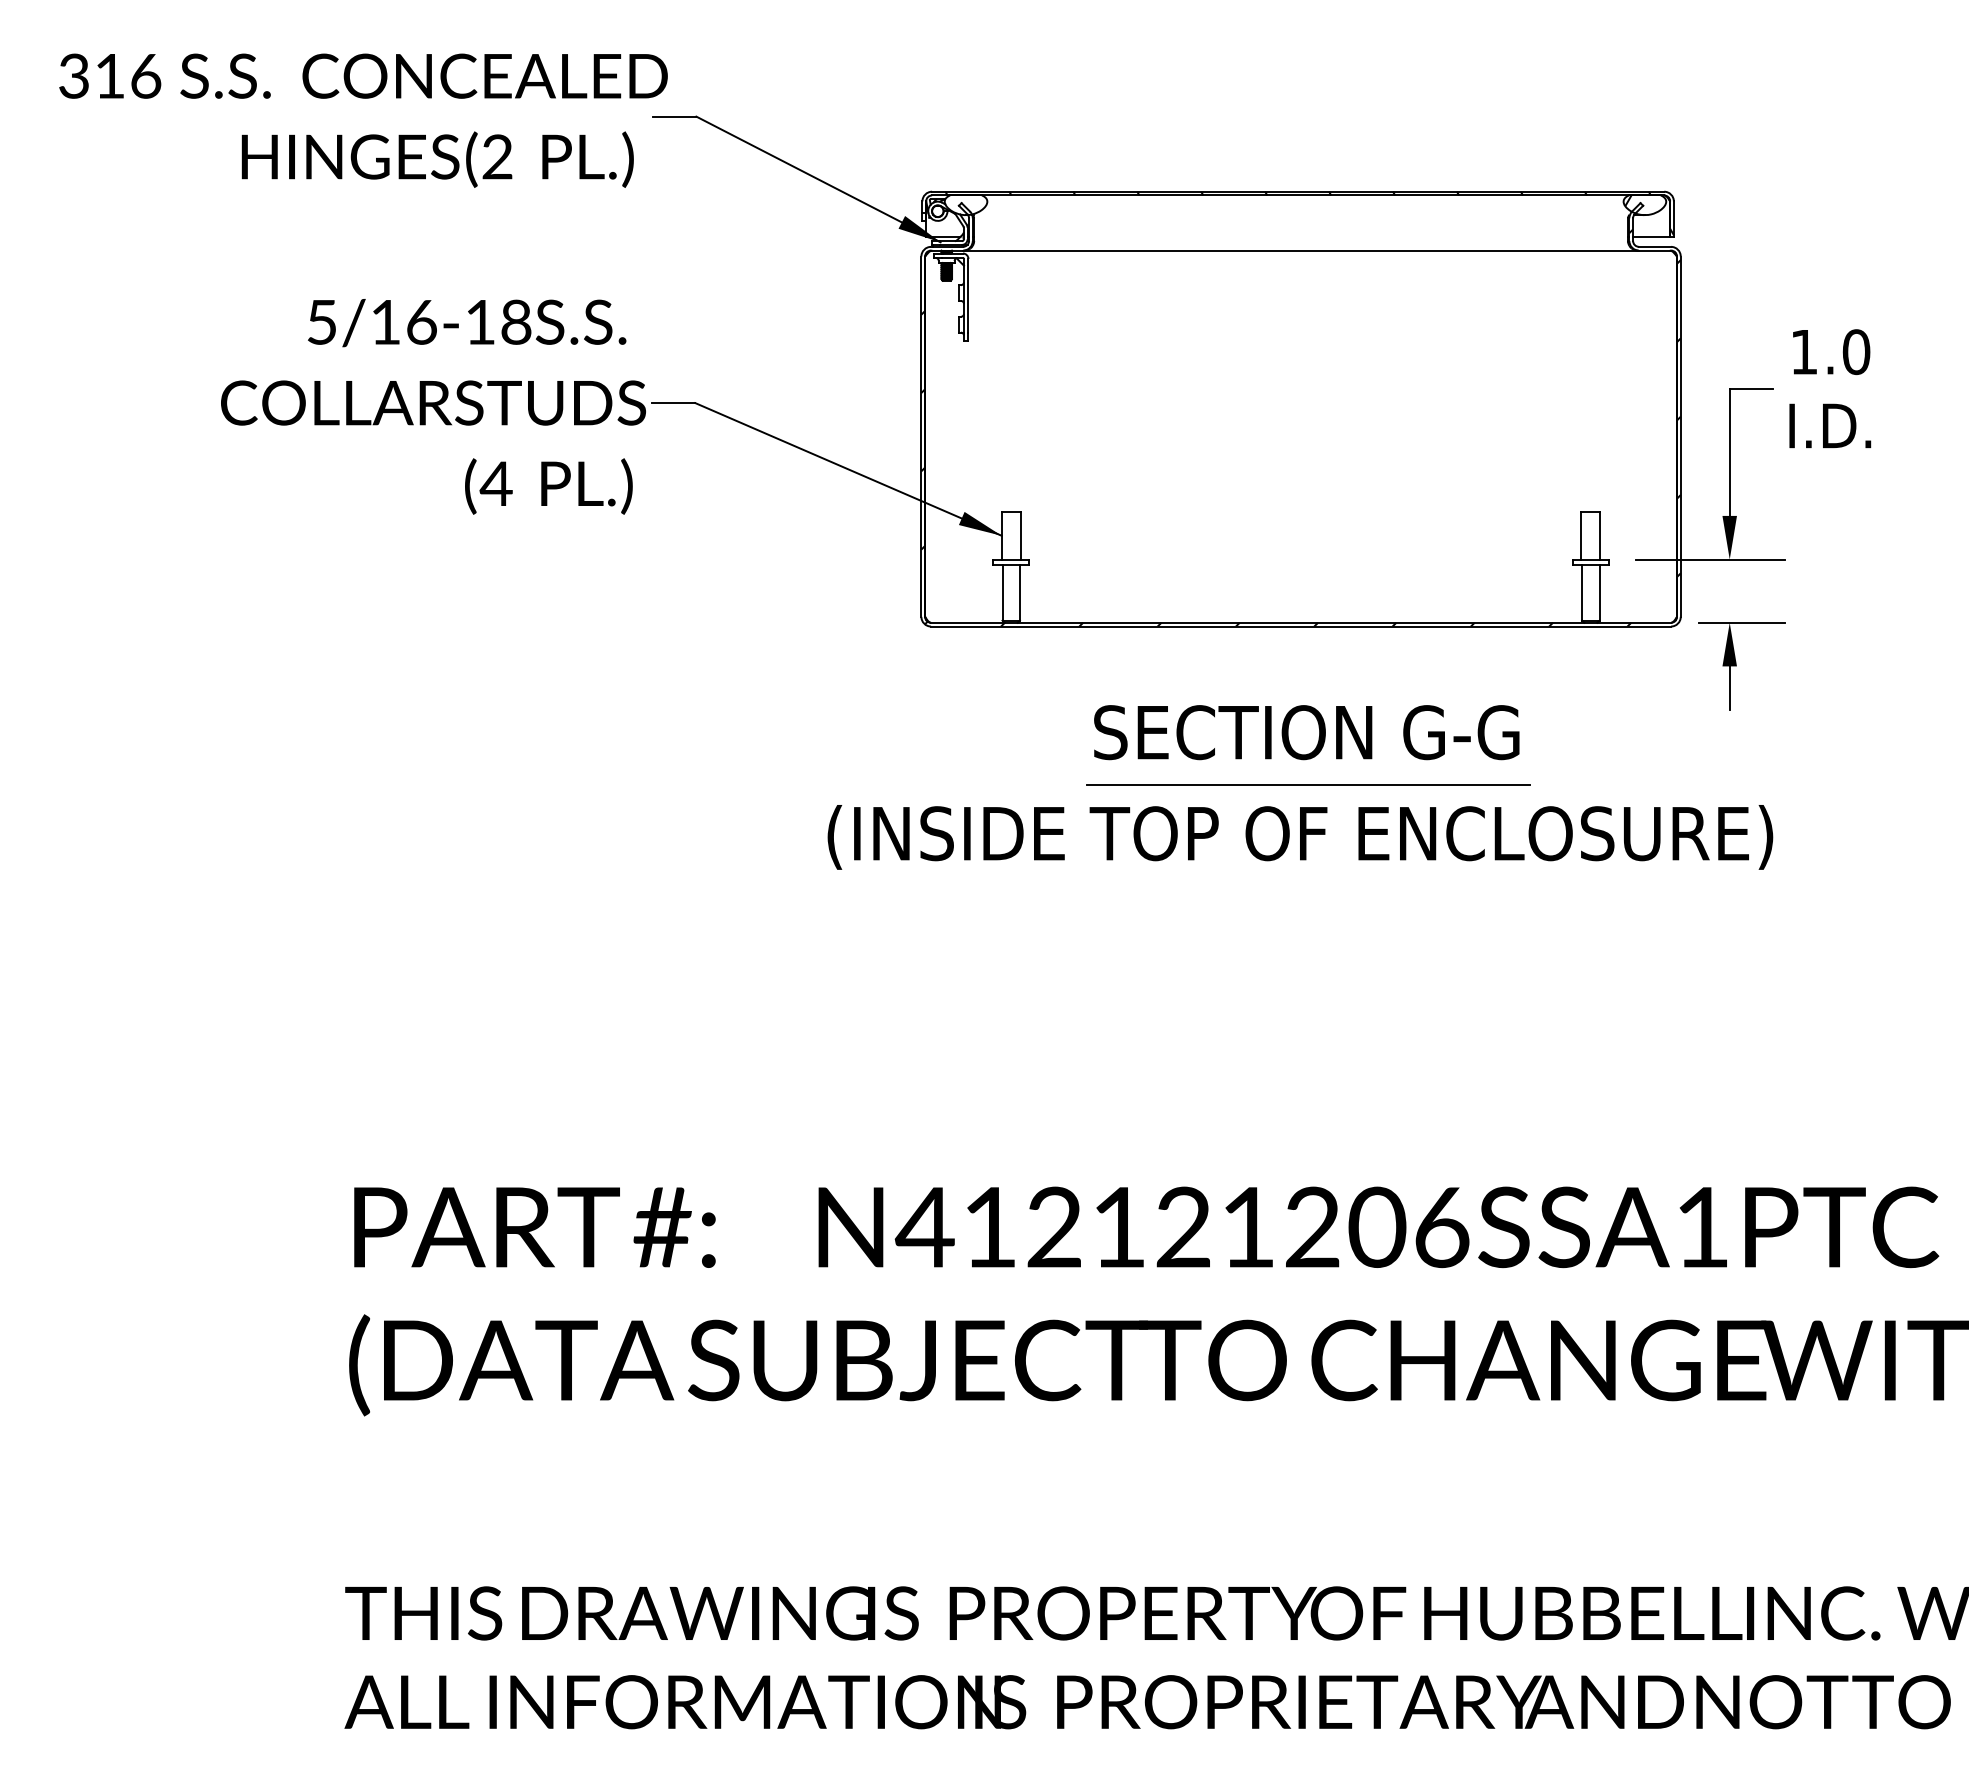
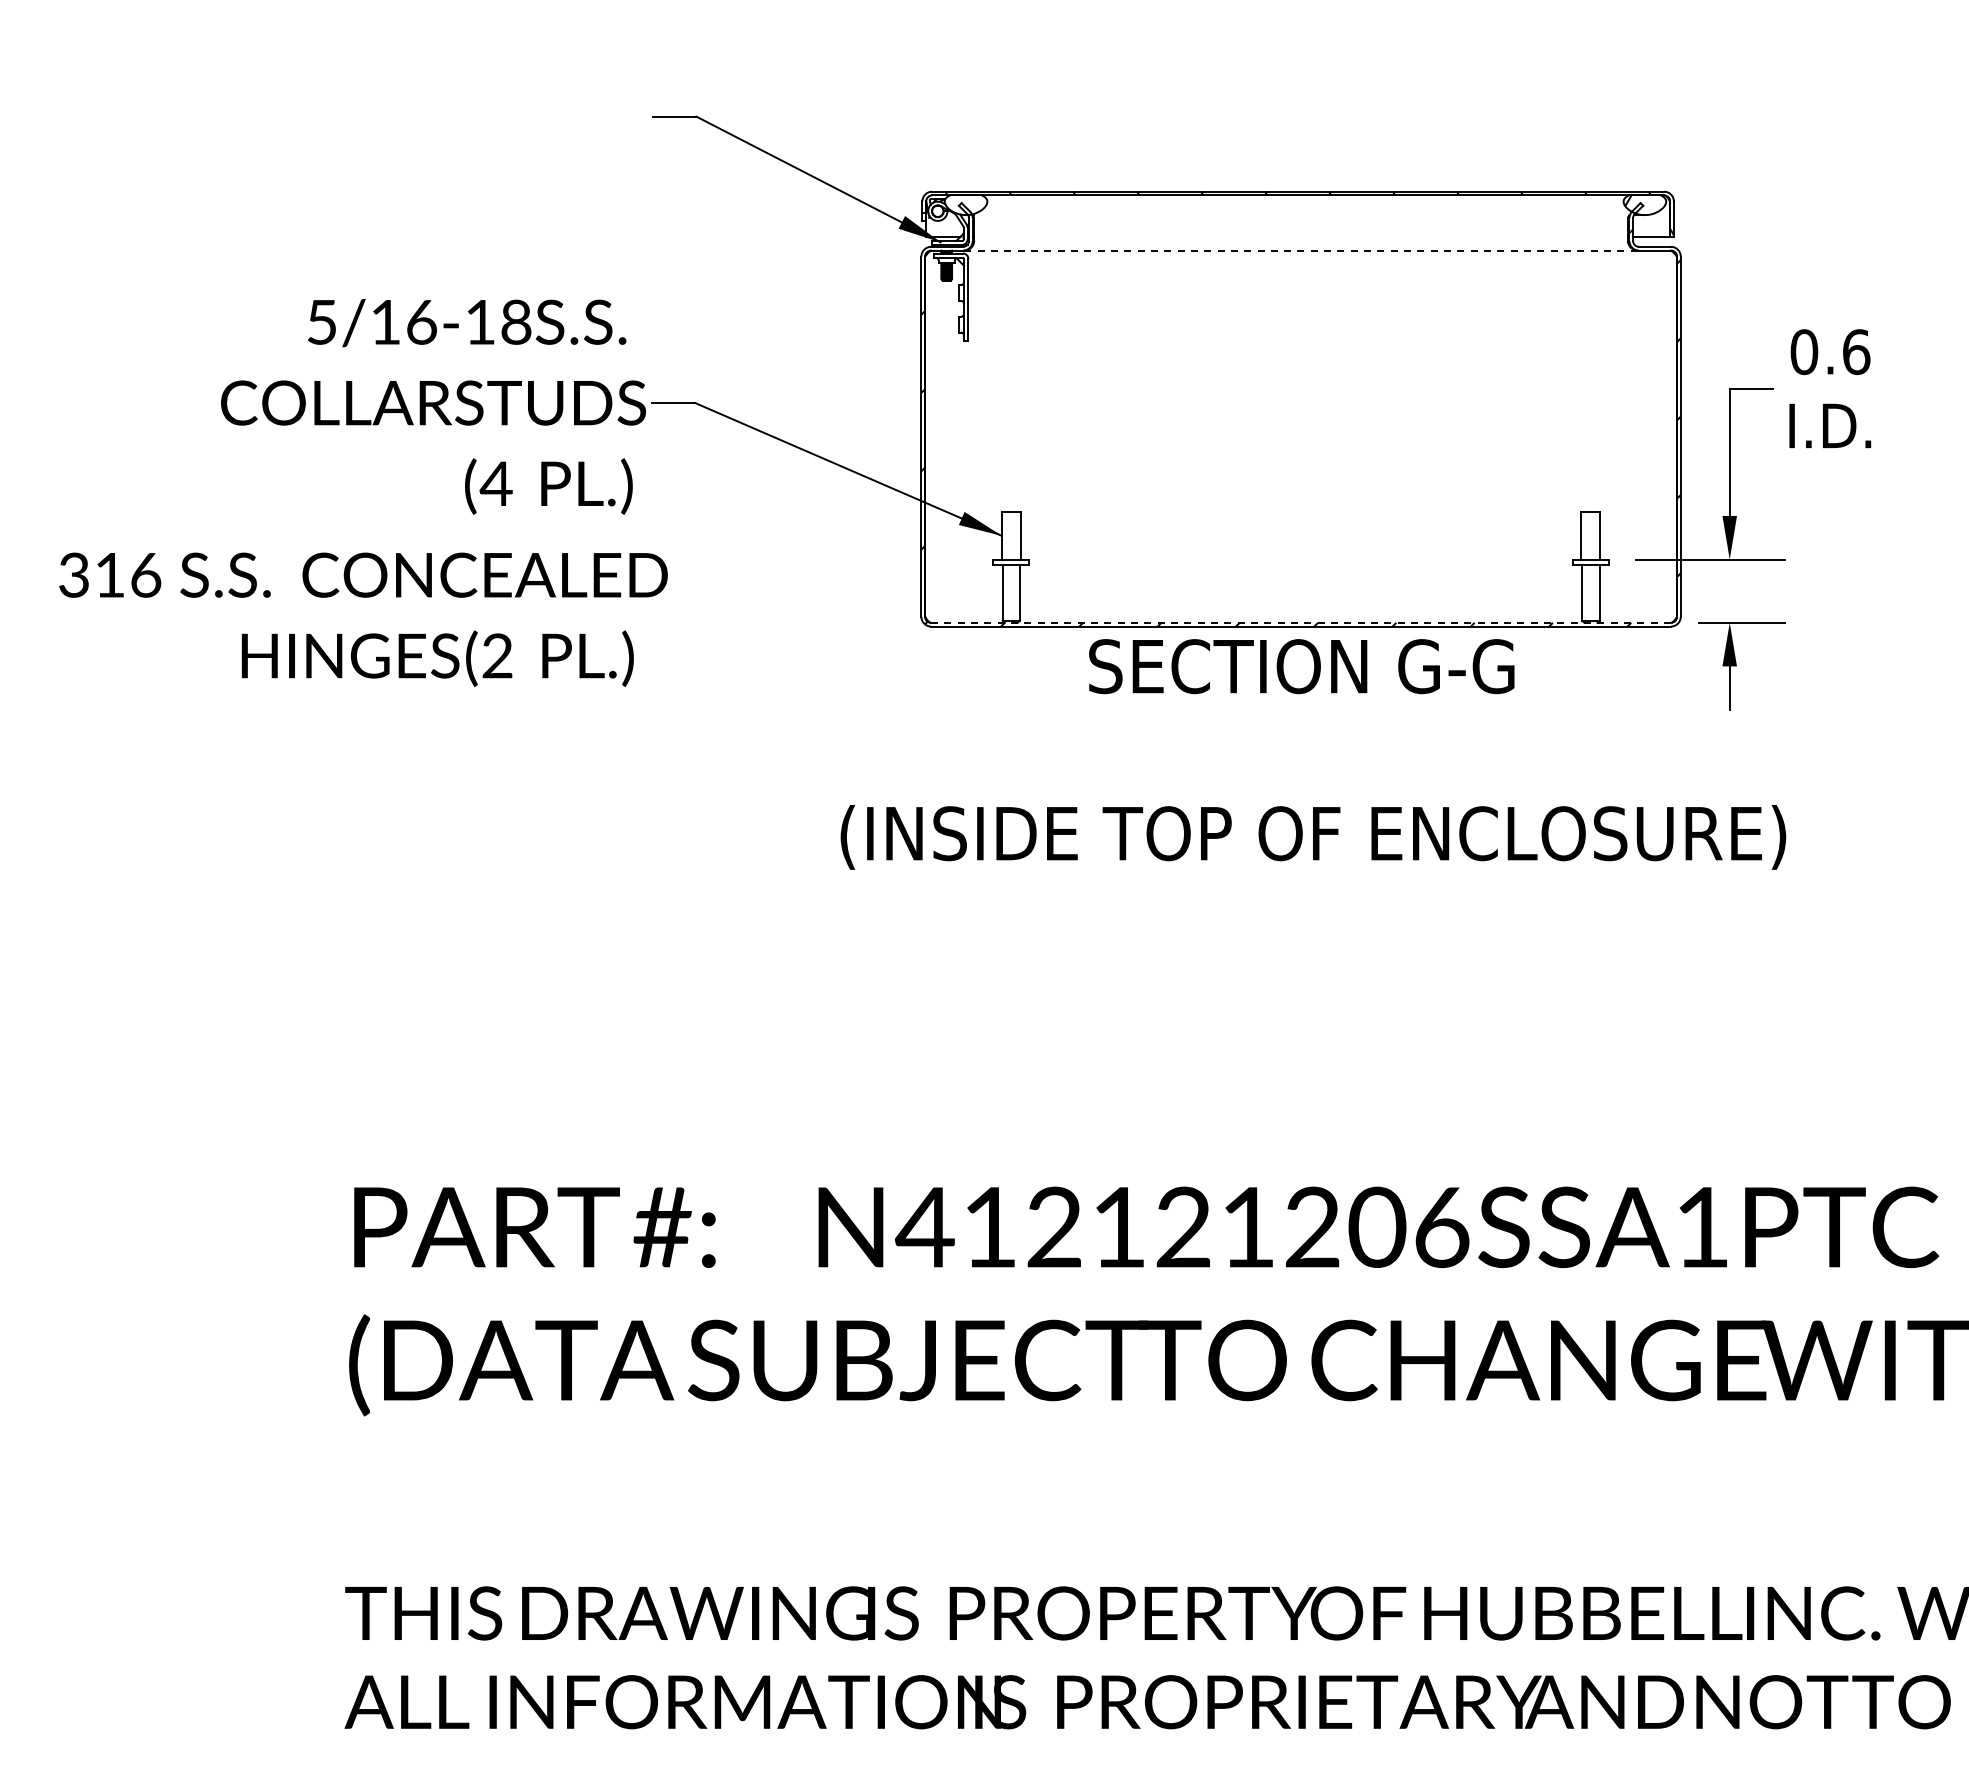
text at (363, 120) position: (363, 120) -> (363, 619)
line at (1301, 250): solid -> dashed
text at (1830, 352): 1.0 -> 0.6
line at (1300, 622): solid -> dashed
text at (1306, 732) position: (1306, 732) -> (1301, 666)
line at (1308, 785): present -> none
text at (1300, 837) position: (1300, 837) -> (1313, 837)
